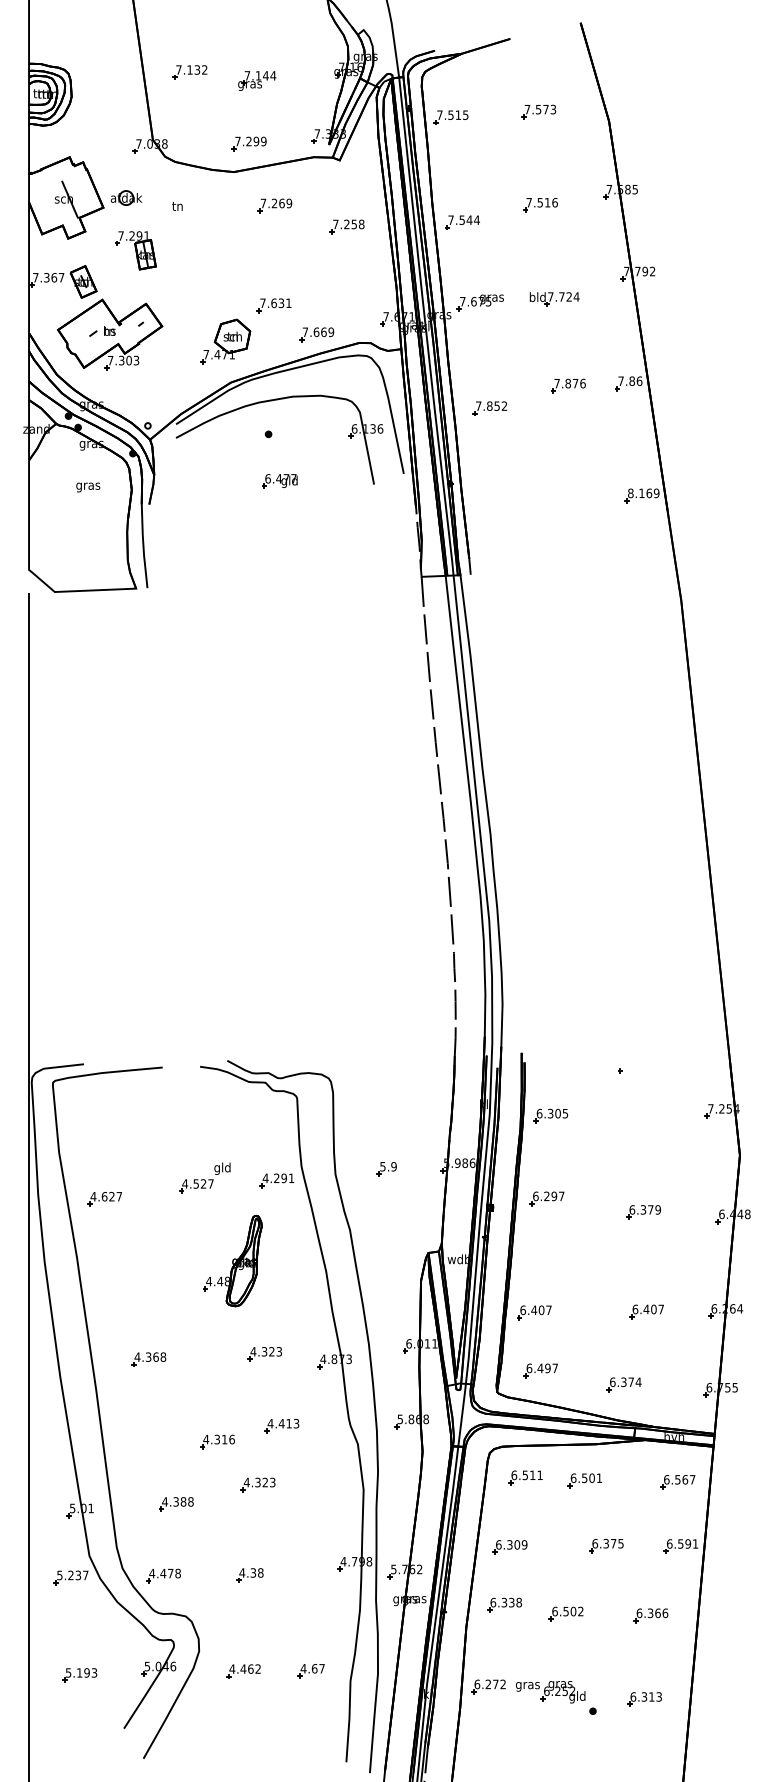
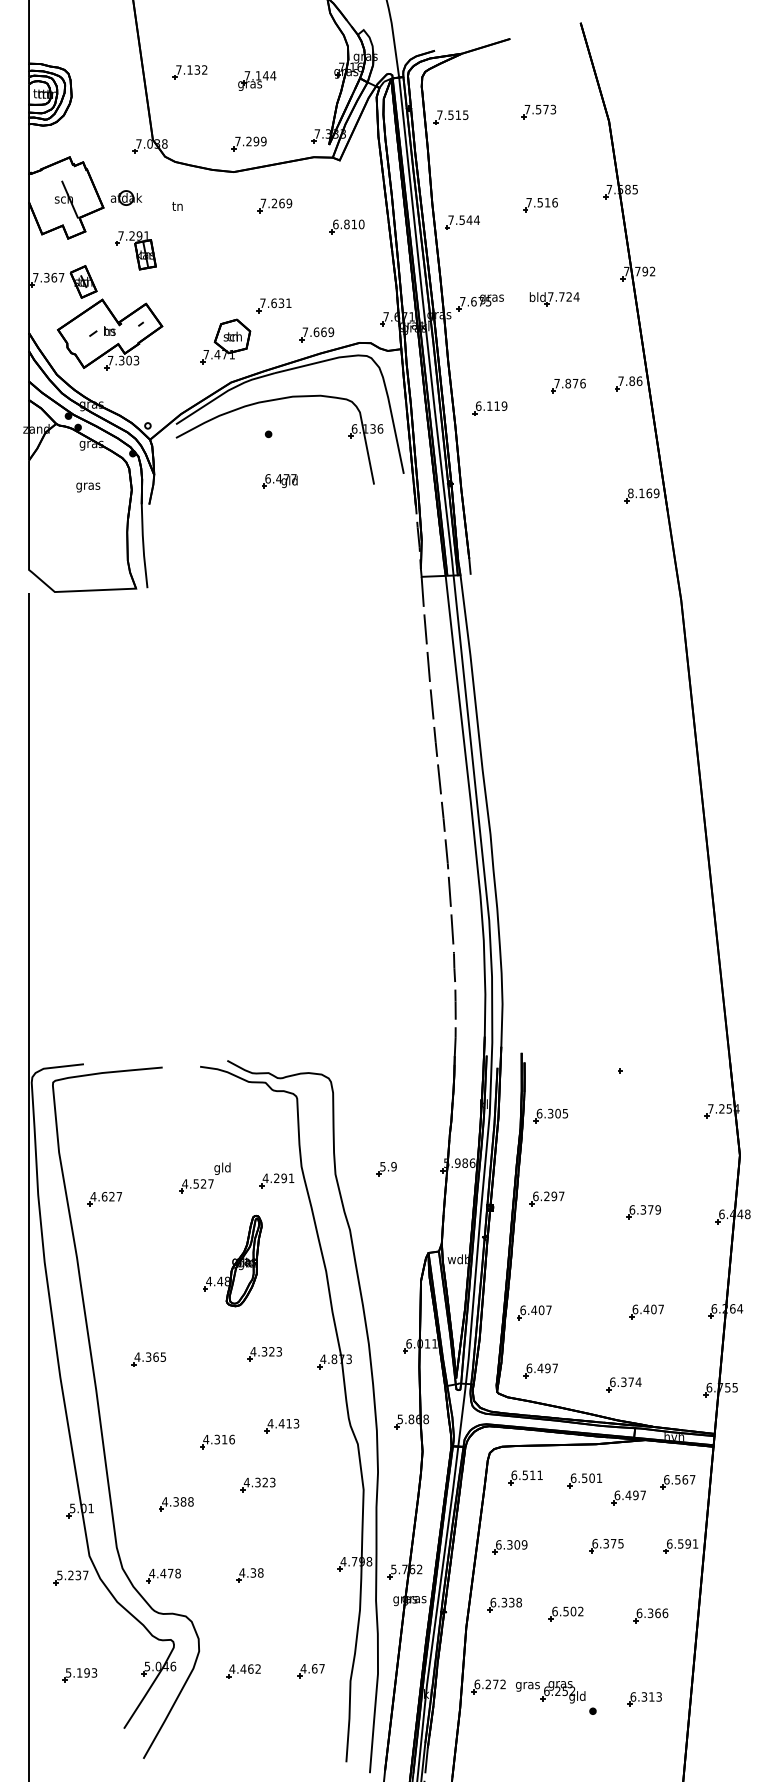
text at (348, 224): 7.258 -> 6.810
text at (491, 405): 7.852 -> 6.119
text at (163, 1356): 4.368 -> 4.365
part at (628, 1497): none -> present
